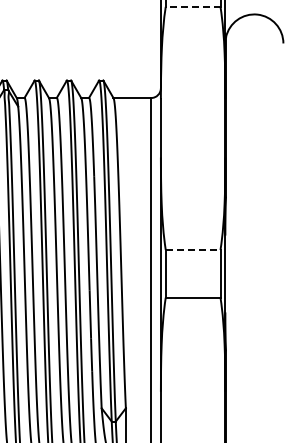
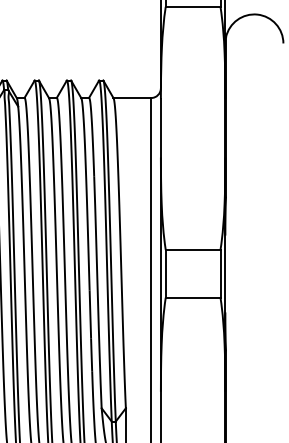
line at (192, 6): dashed -> solid
line at (193, 249): dashed -> solid
